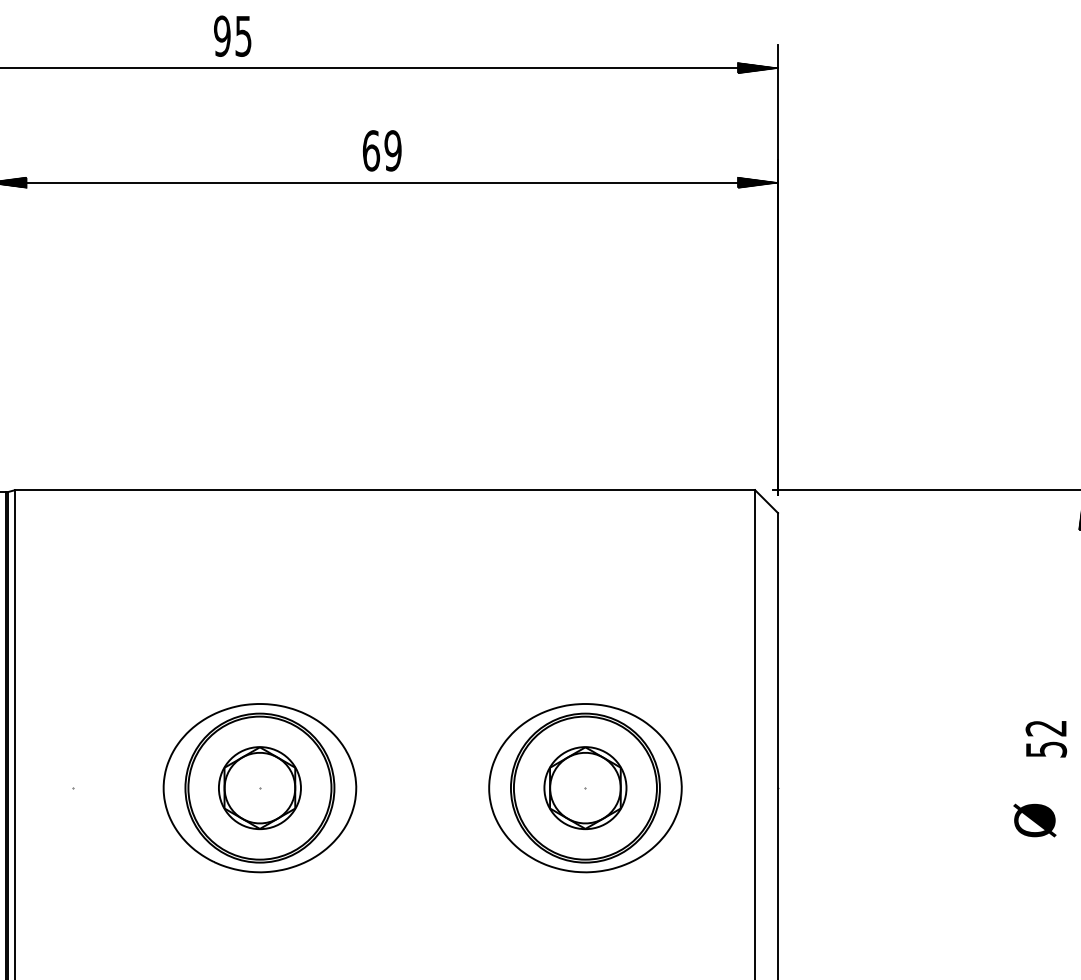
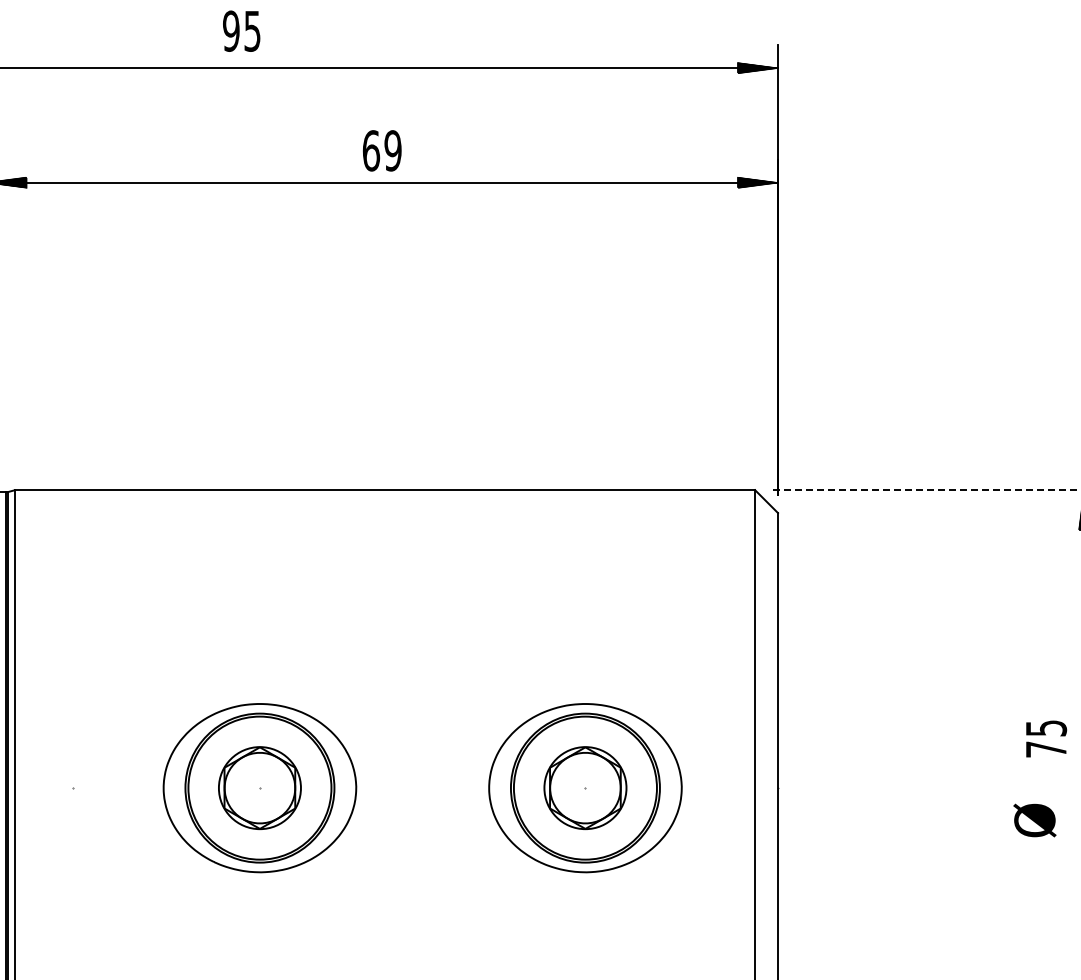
text at (232, 35) position: (232, 35) -> (241, 30)
line at (927, 490): solid -> dashed
text at (1046, 738): 52 -> 75
